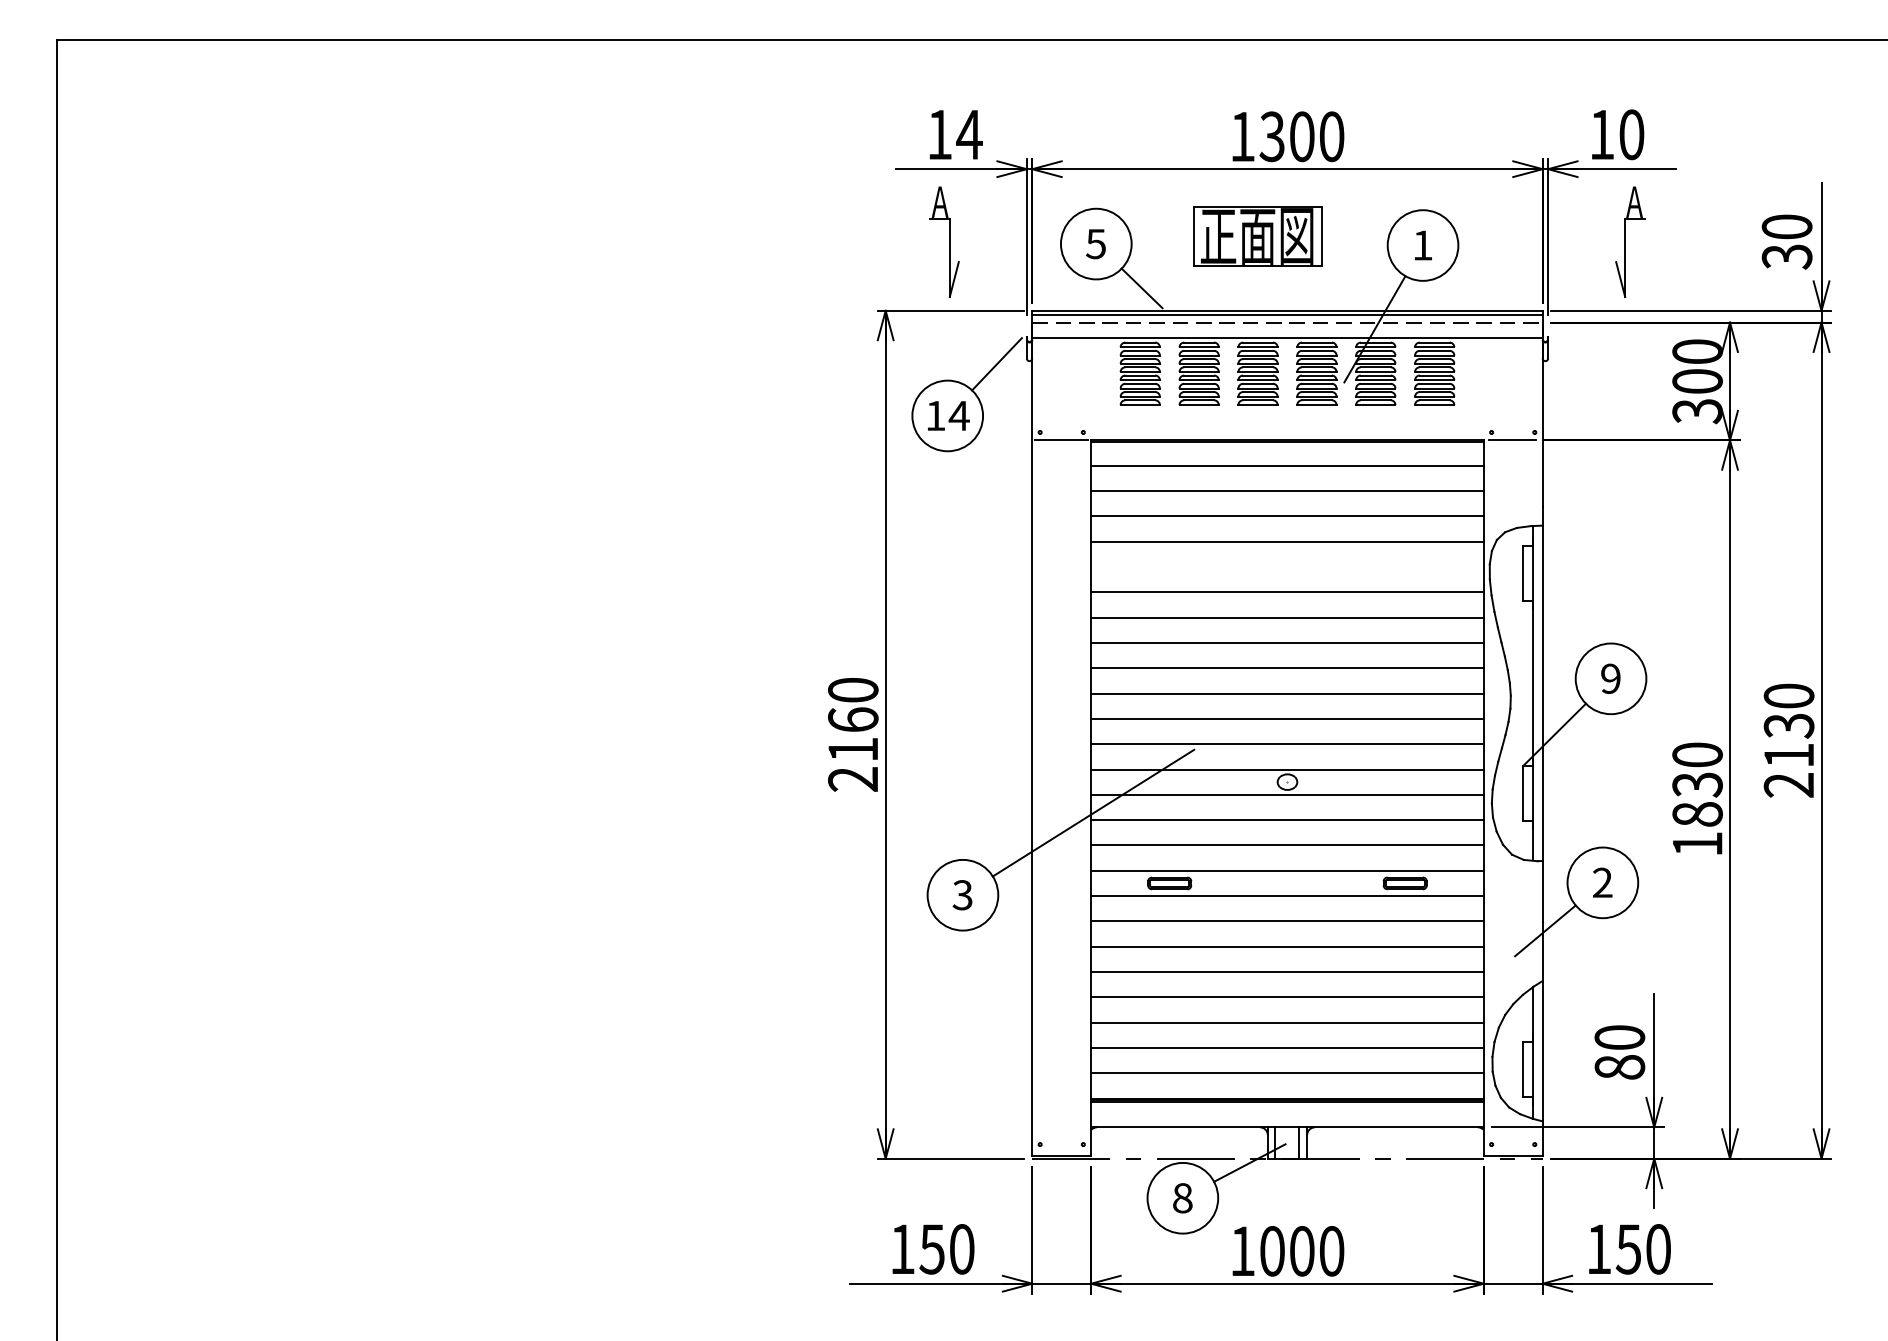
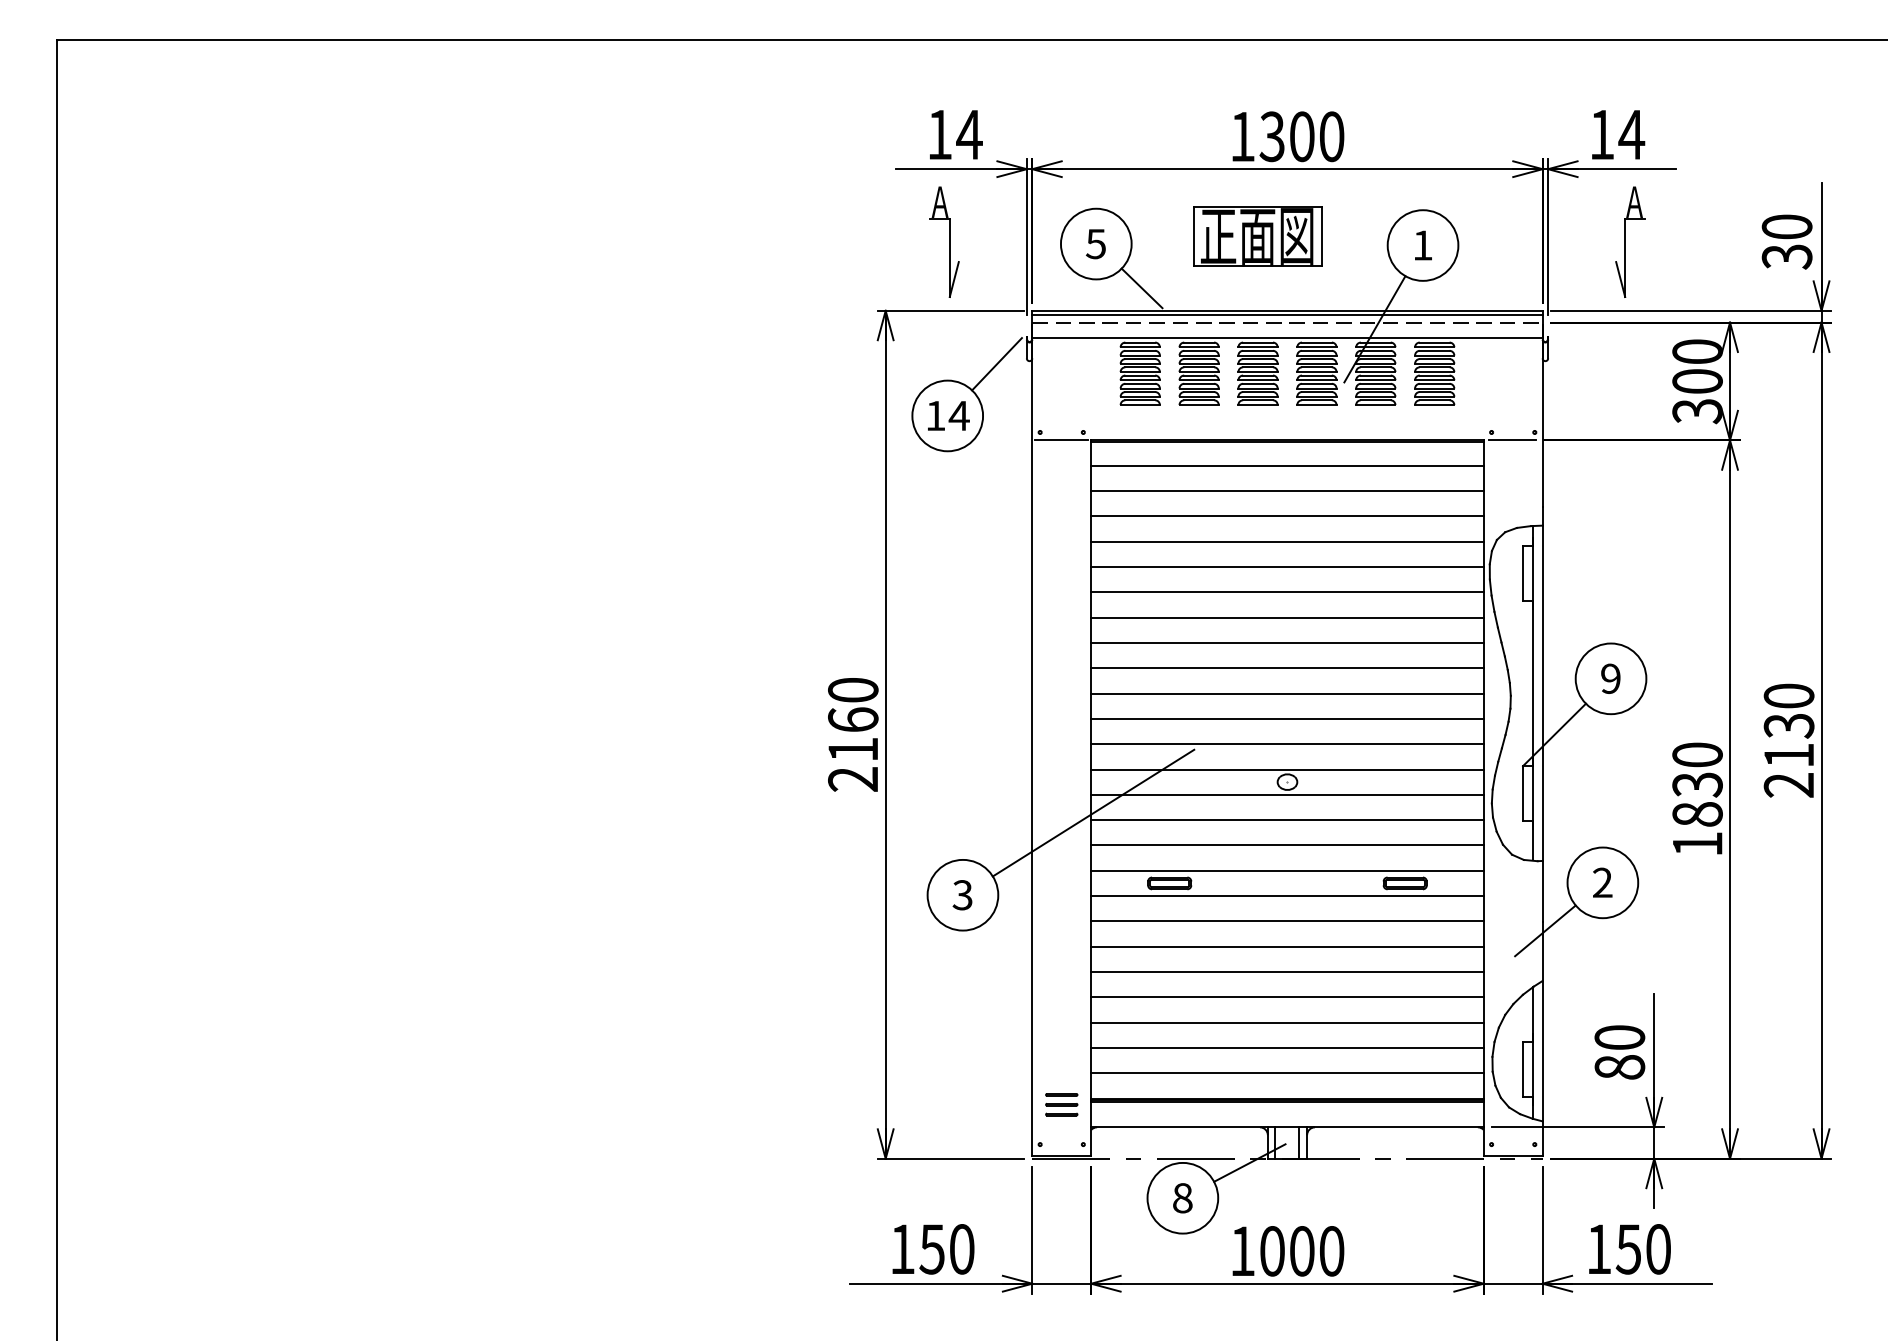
text at (1631, 134): 10 -> 14
line at (1287, 566): none -> present
part at (1061, 1104): none -> present
